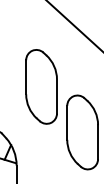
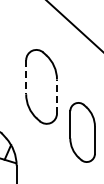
line at (26, 77): solid -> dashed
line at (57, 96): solid -> dashed
part at (82, 132) size: 33x77 px -> 27x61 px
